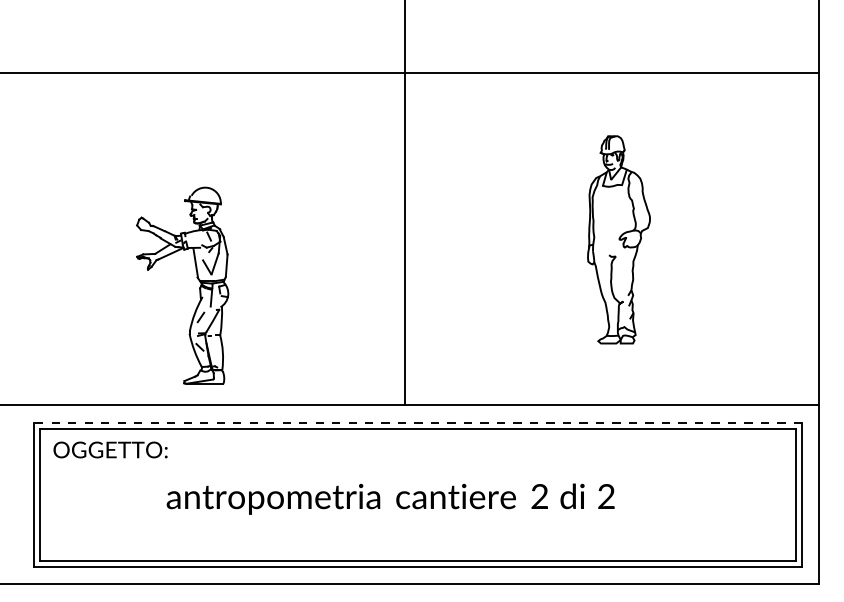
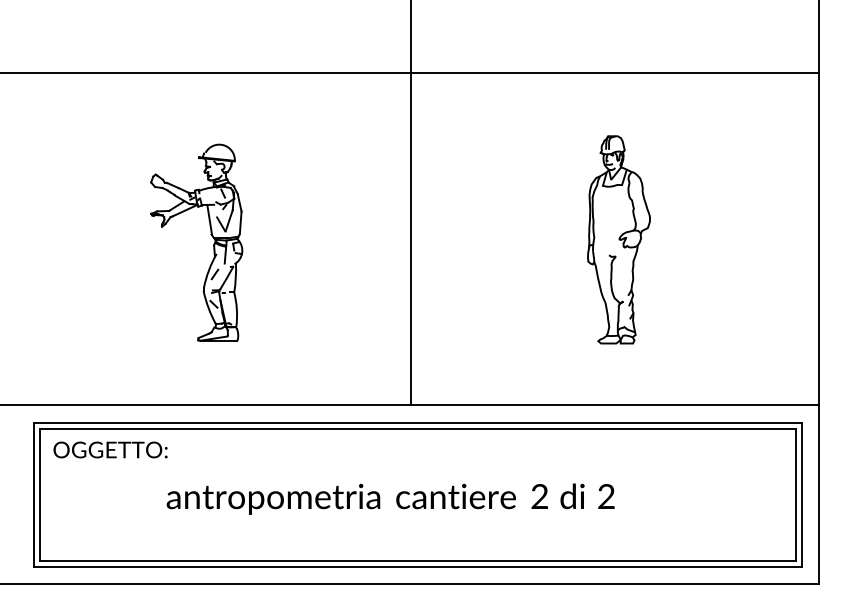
line at (405, 203) position: (405, 203) -> (411, 203)
part at (196, 277) position: (196, 277) -> (210, 234)
line at (418, 422): dashed -> solid
